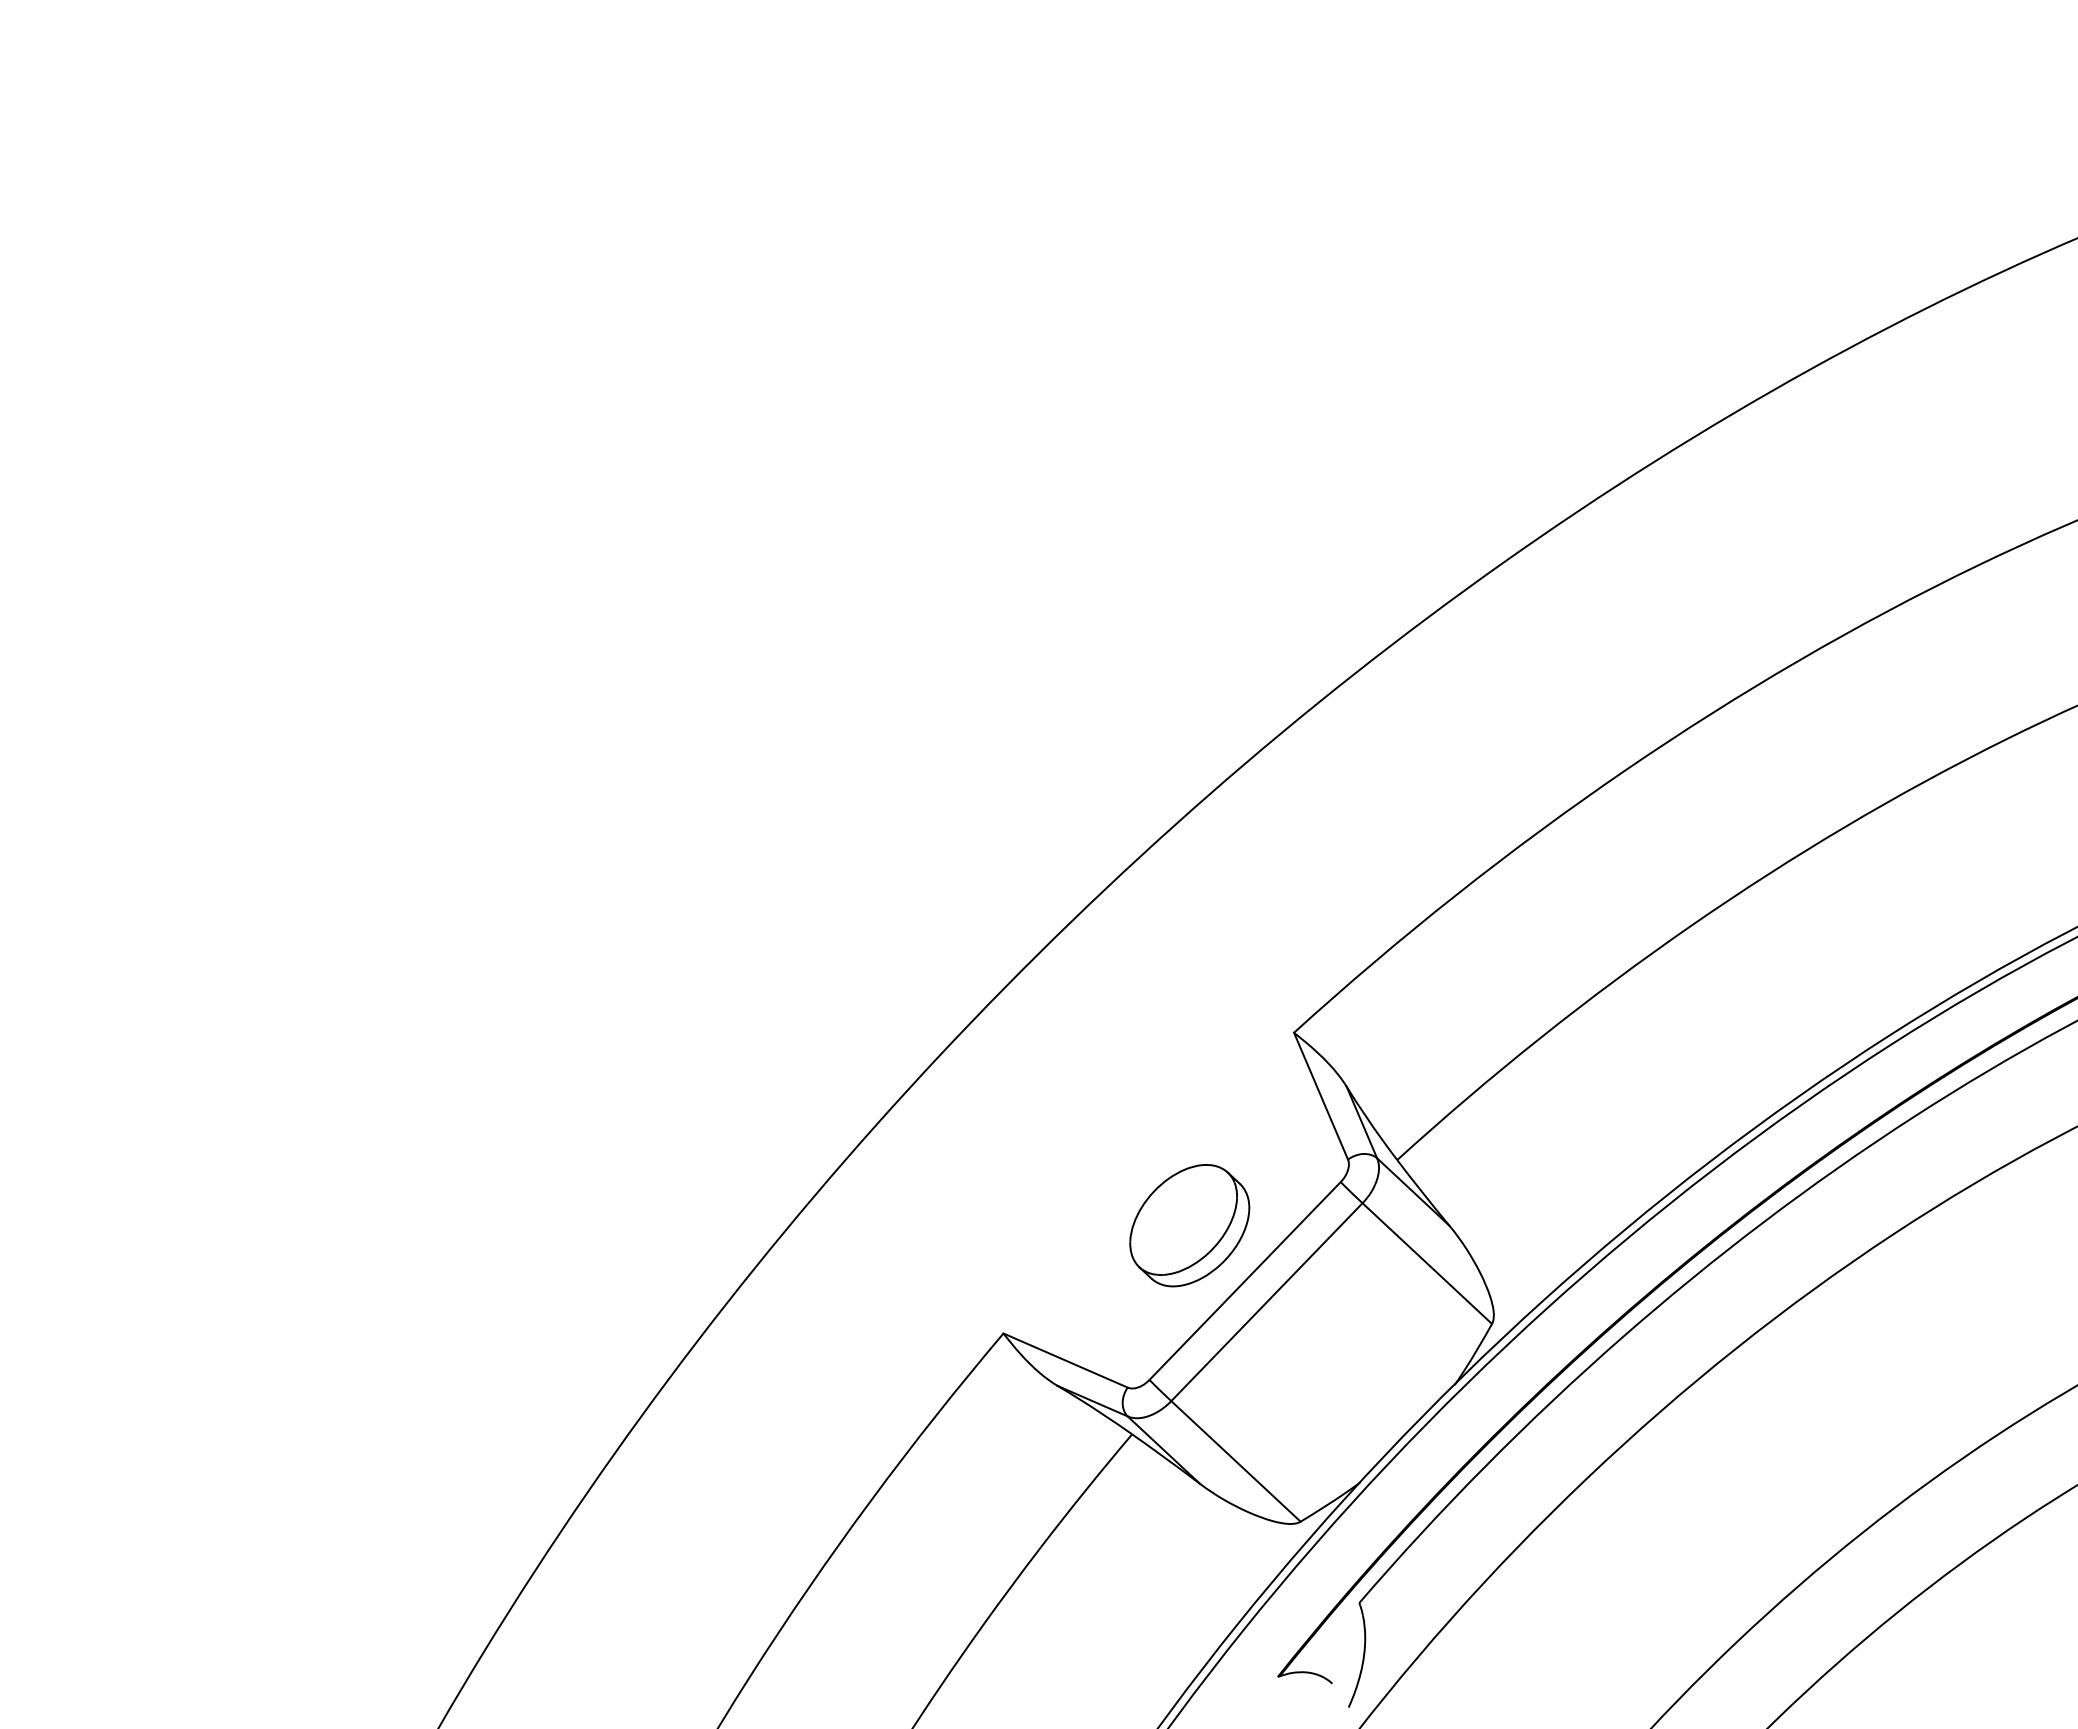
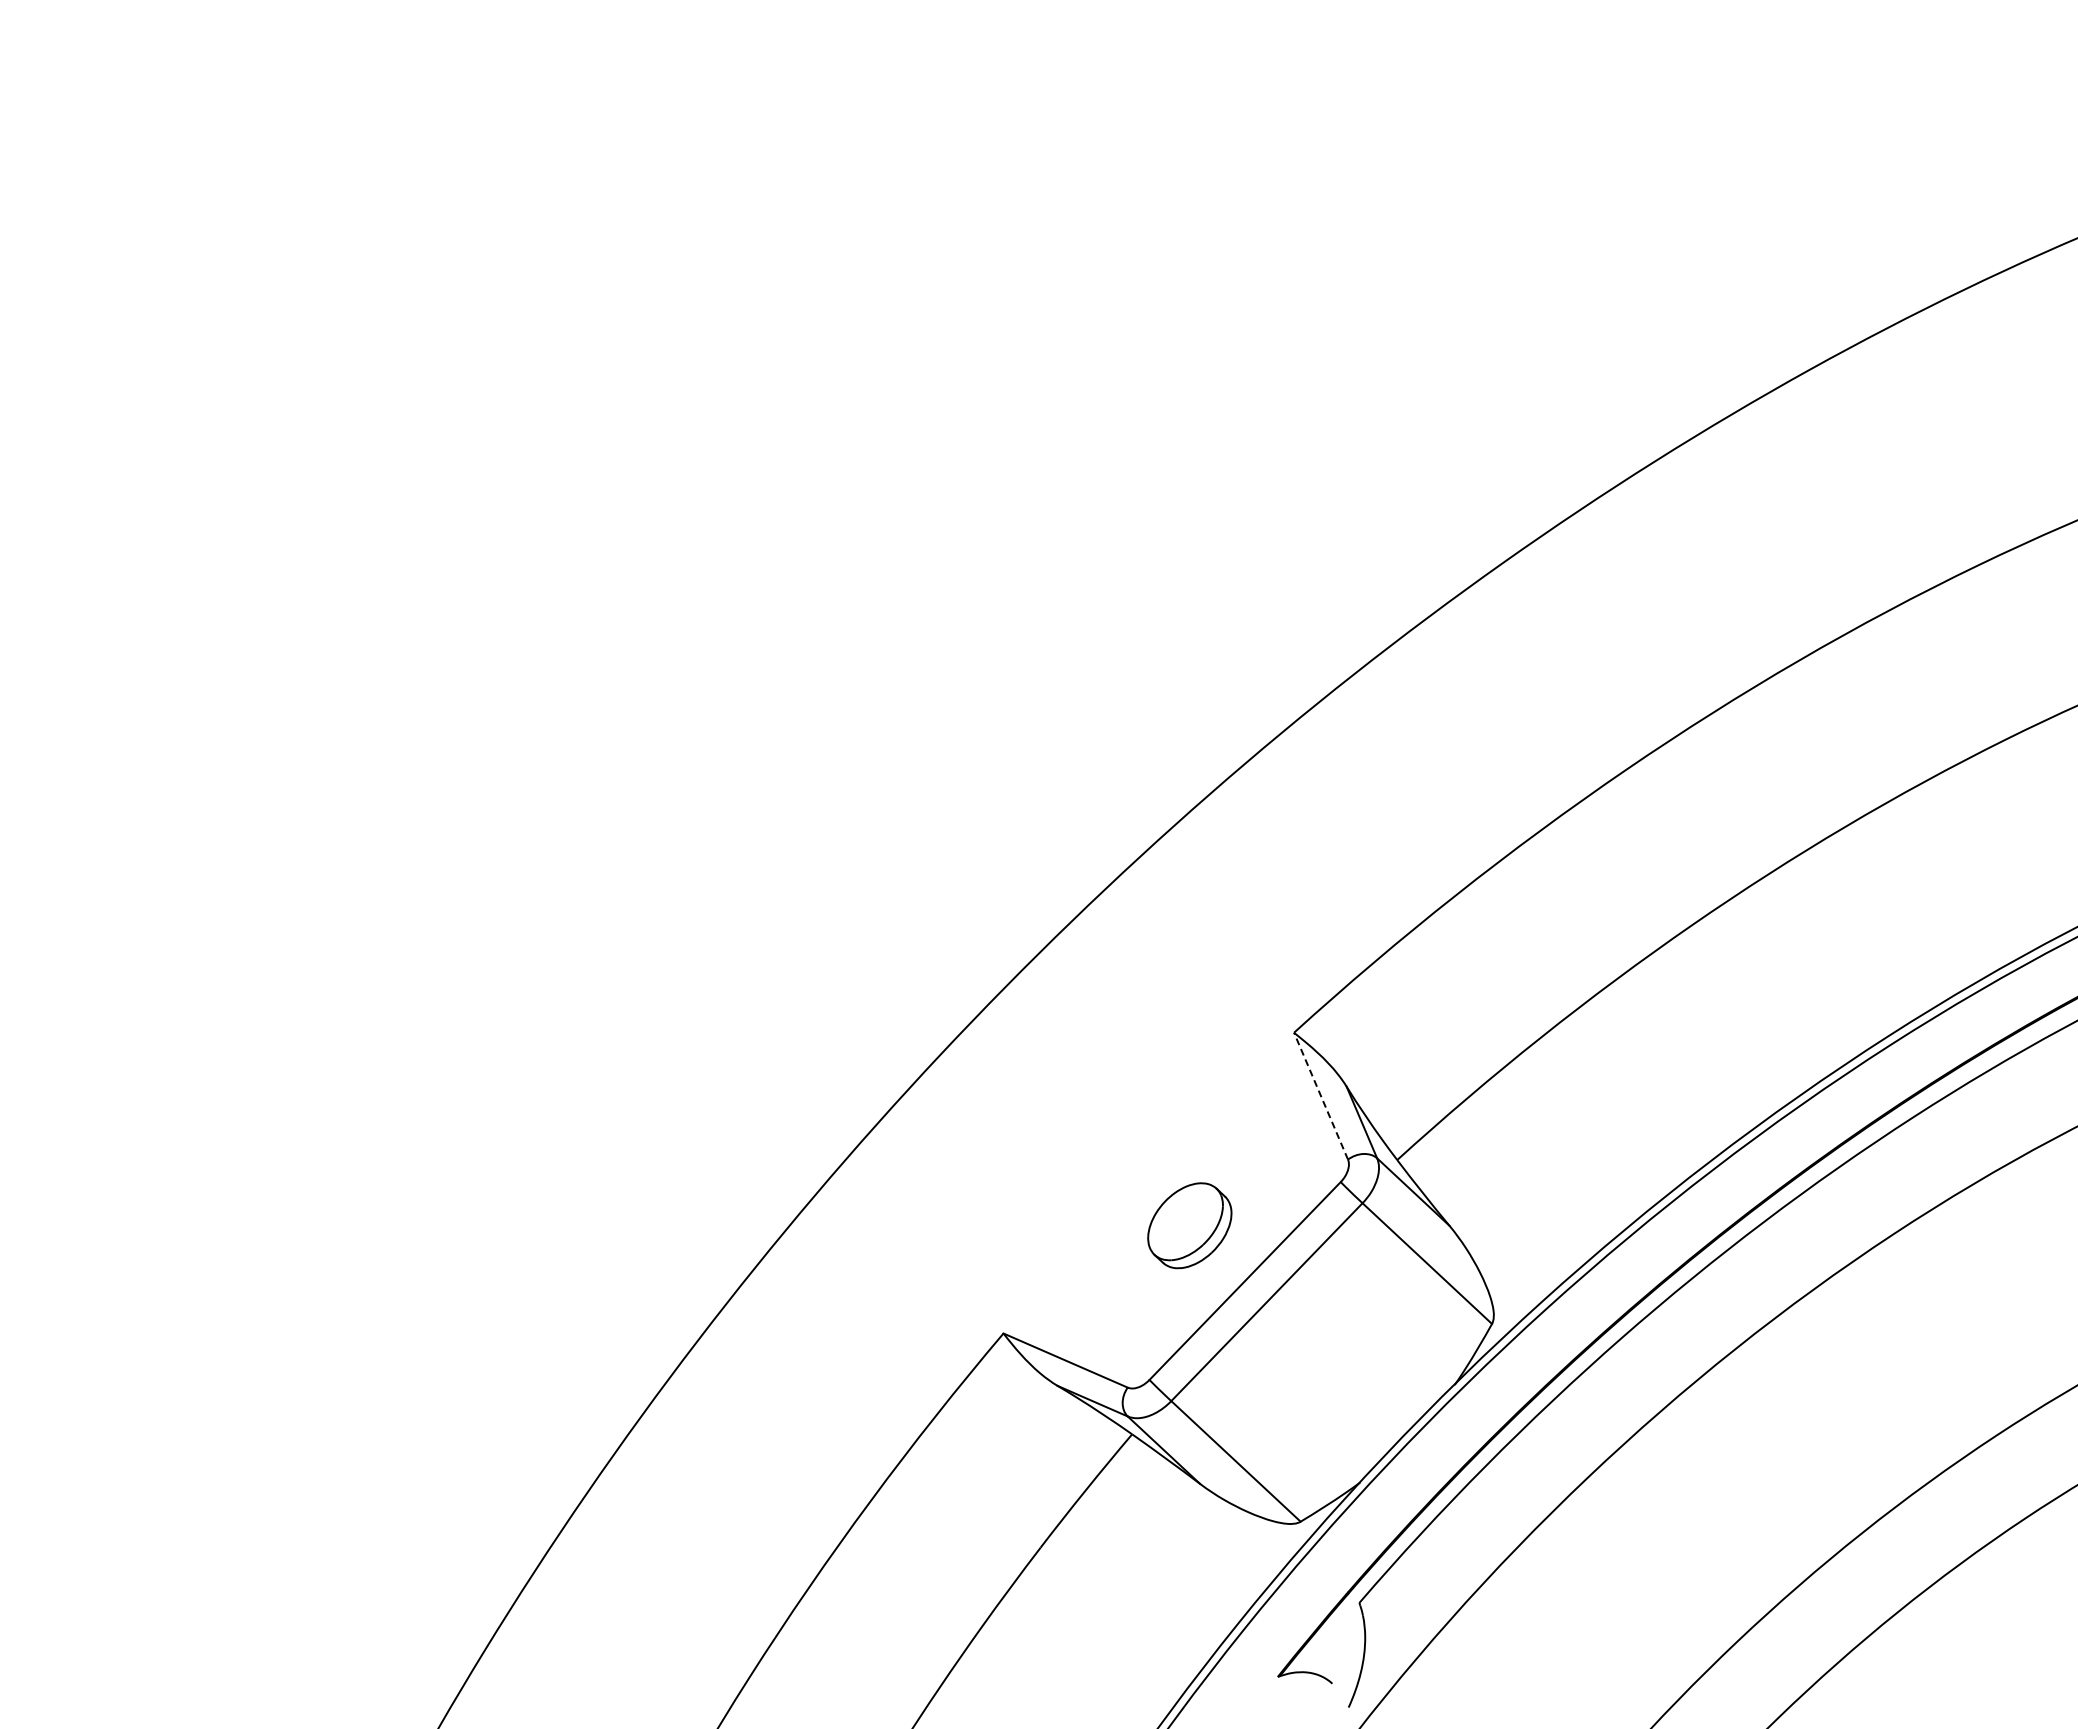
line at (1321, 1096): solid -> dashed
part at (1189, 1225) size: 122x124 px -> 86x88 px
